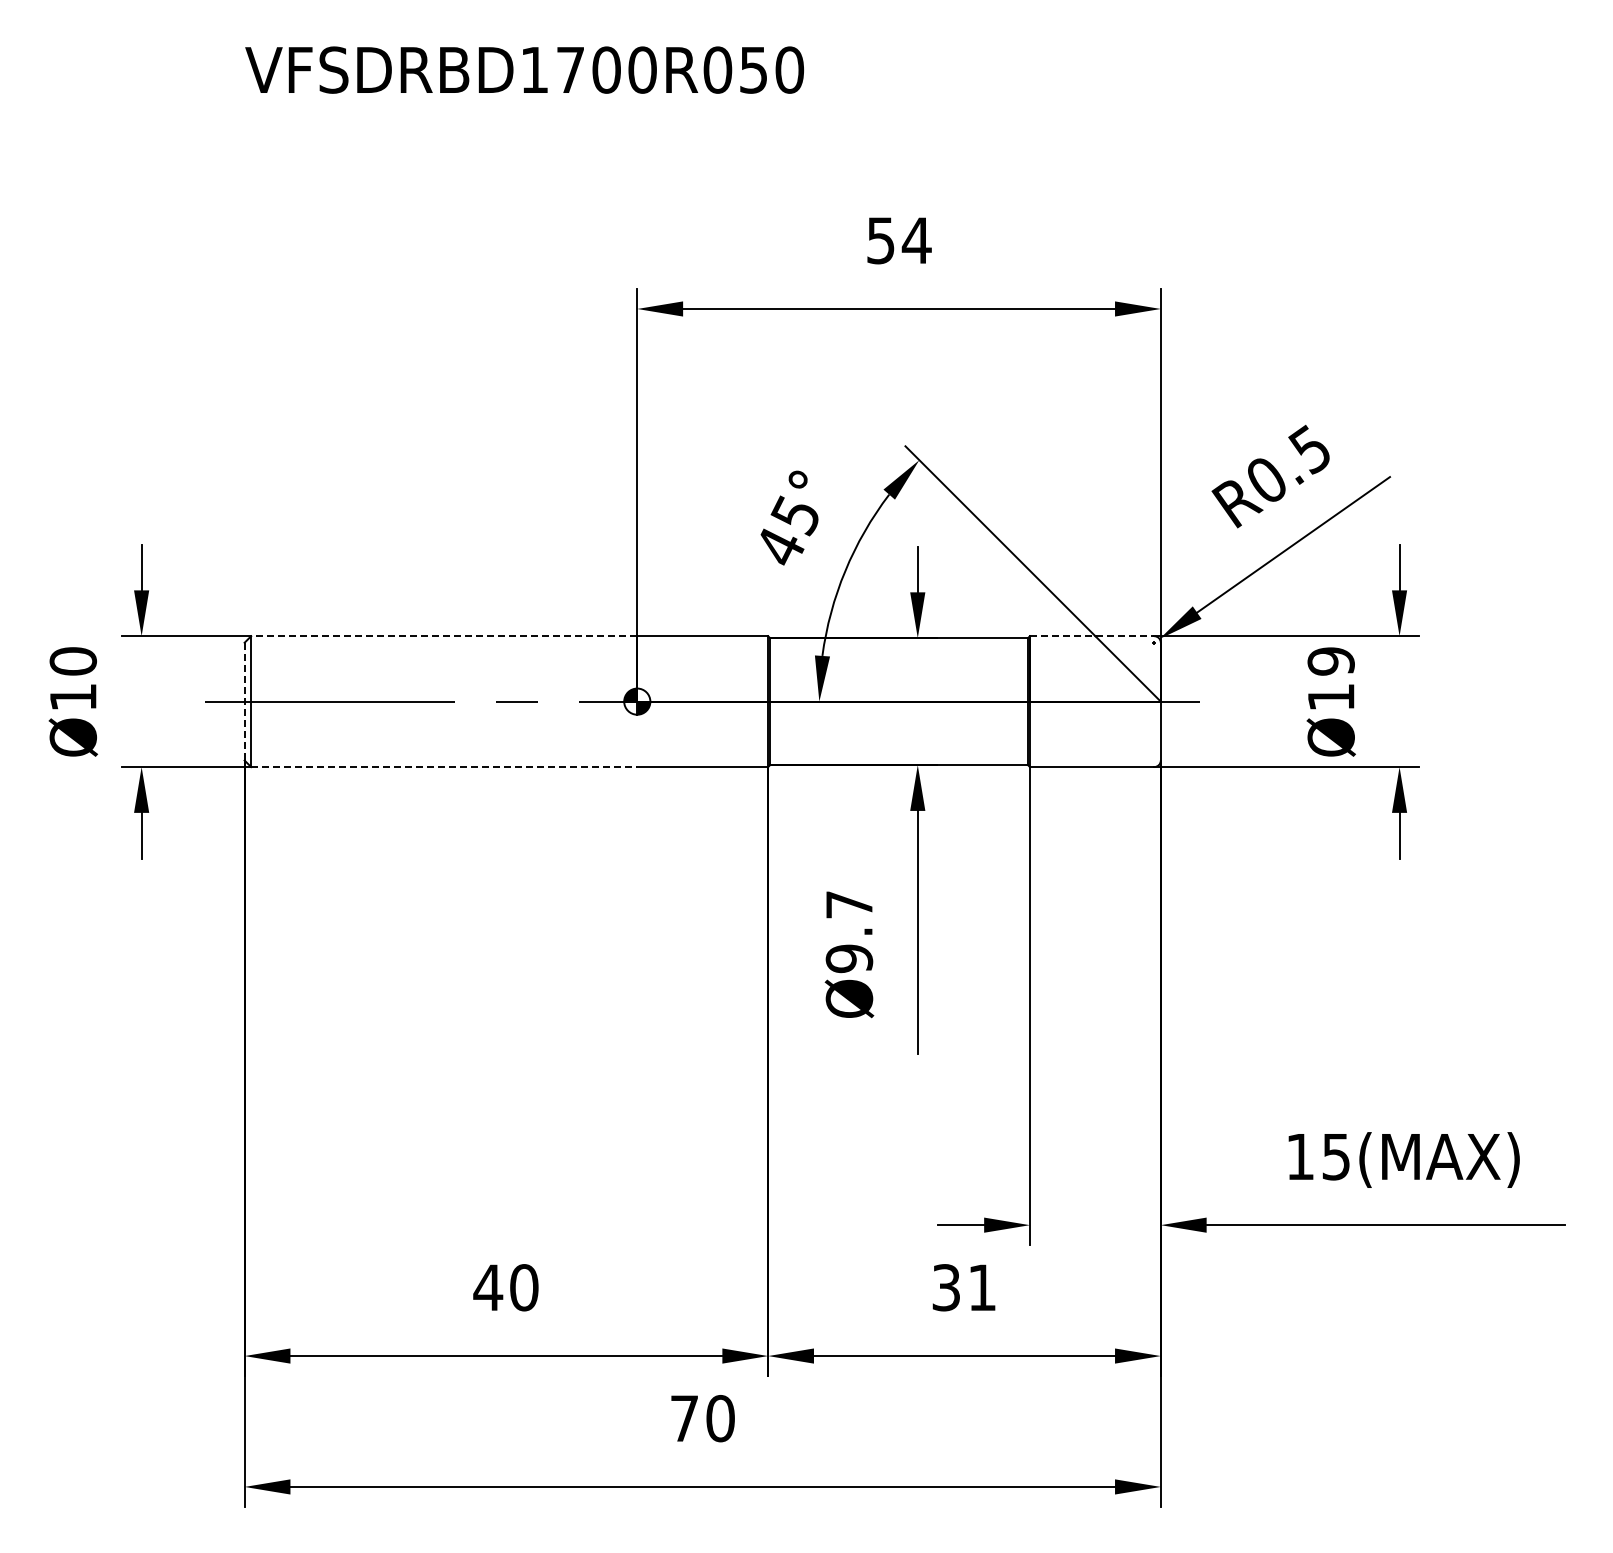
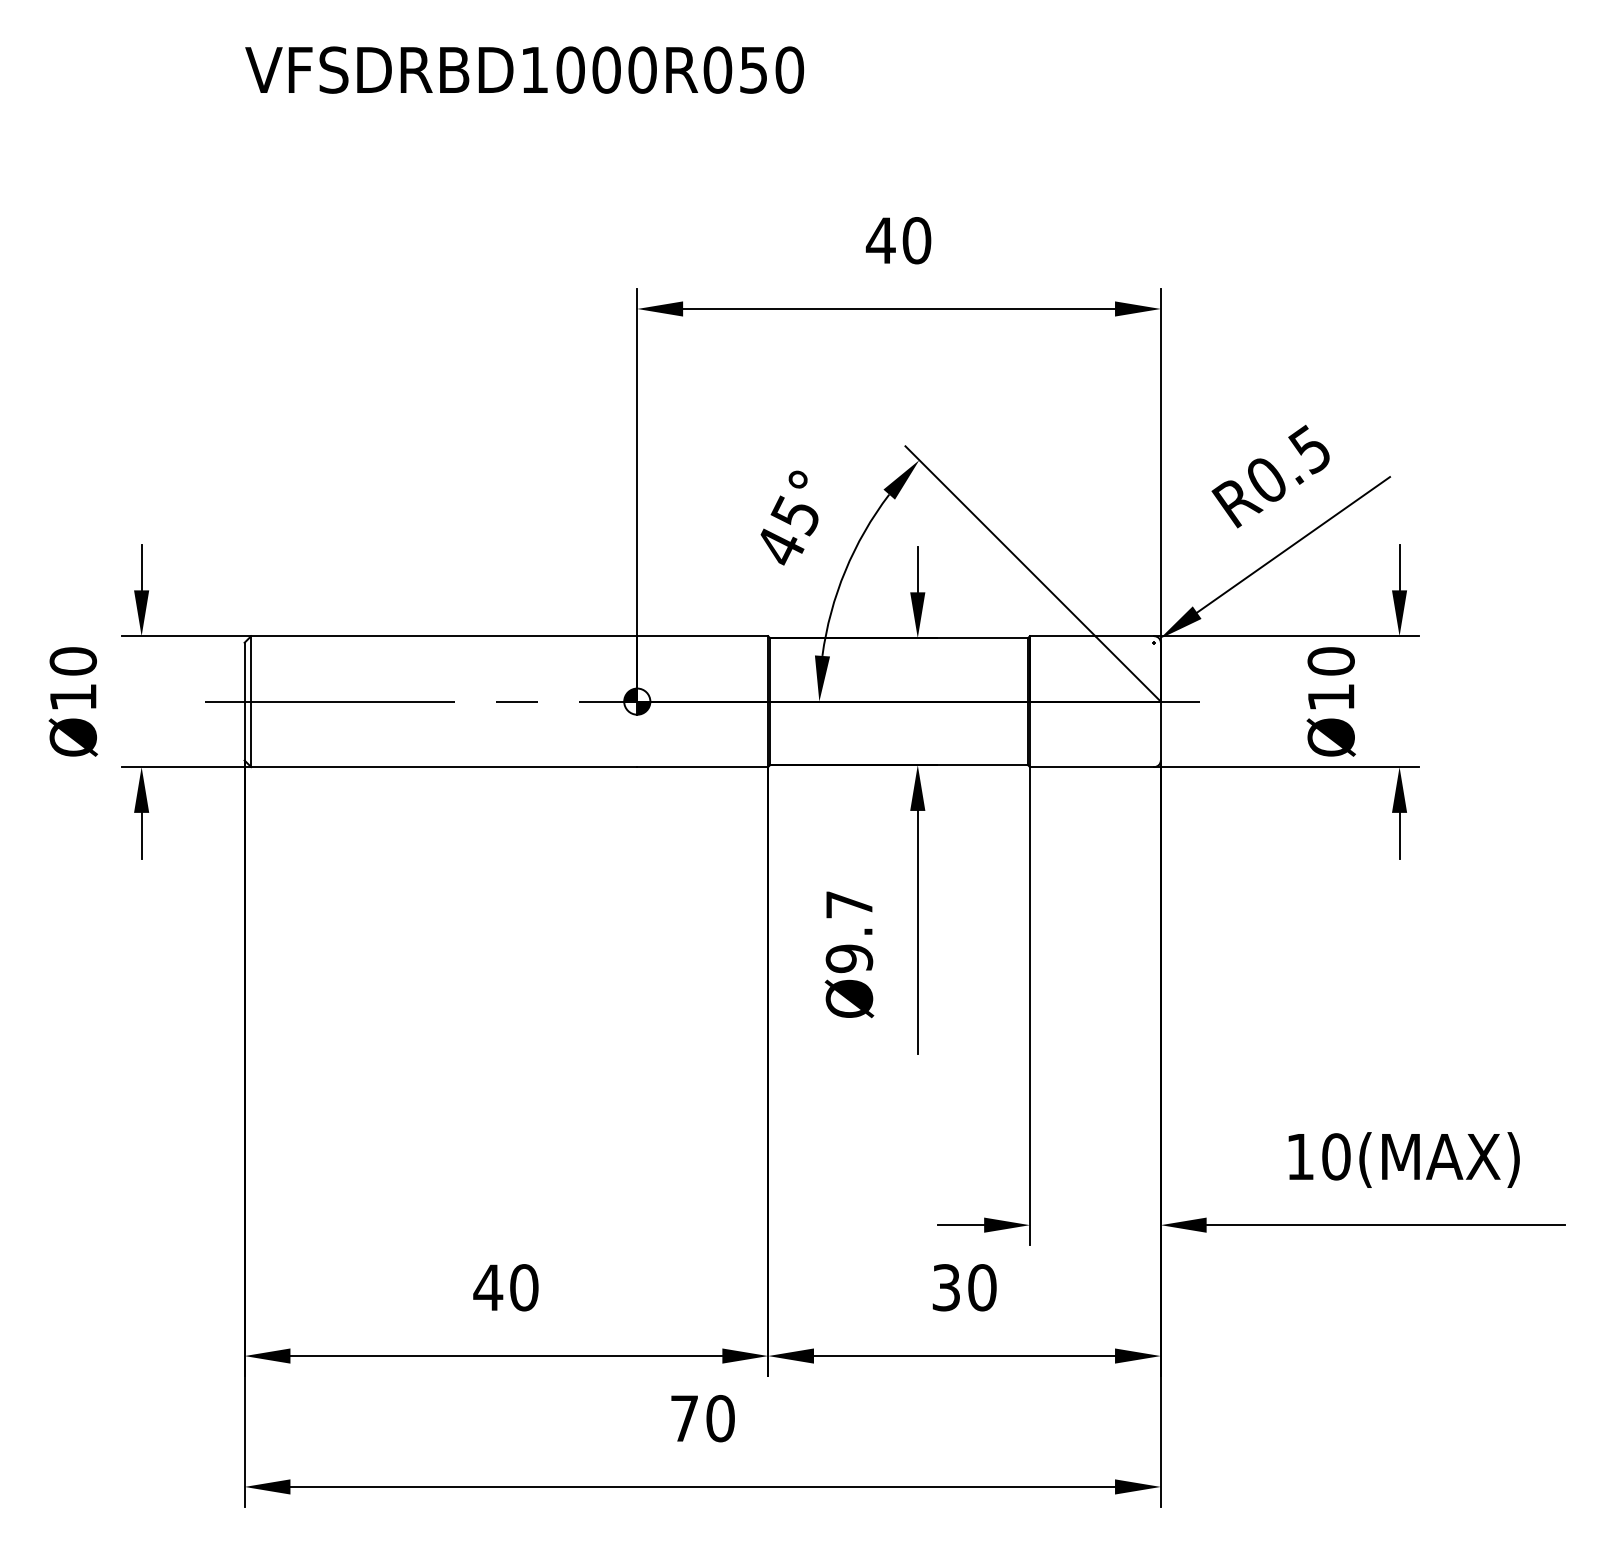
text at (570, 69): VFSDRBD1700R050 -> VFSDRBD1000R050
text at (898, 240): 54 -> 40
line at (443, 636): dashed -> solid
line at (1092, 636): dashed -> solid
text at (1330, 661): Ø19 -> Ø10
line at (244, 701): dashed -> solid
line at (444, 767): dashed -> solid
text at (1336, 1156): 15(MAX) -> 10(MAX)
text at (982, 1287): 31 -> 30
